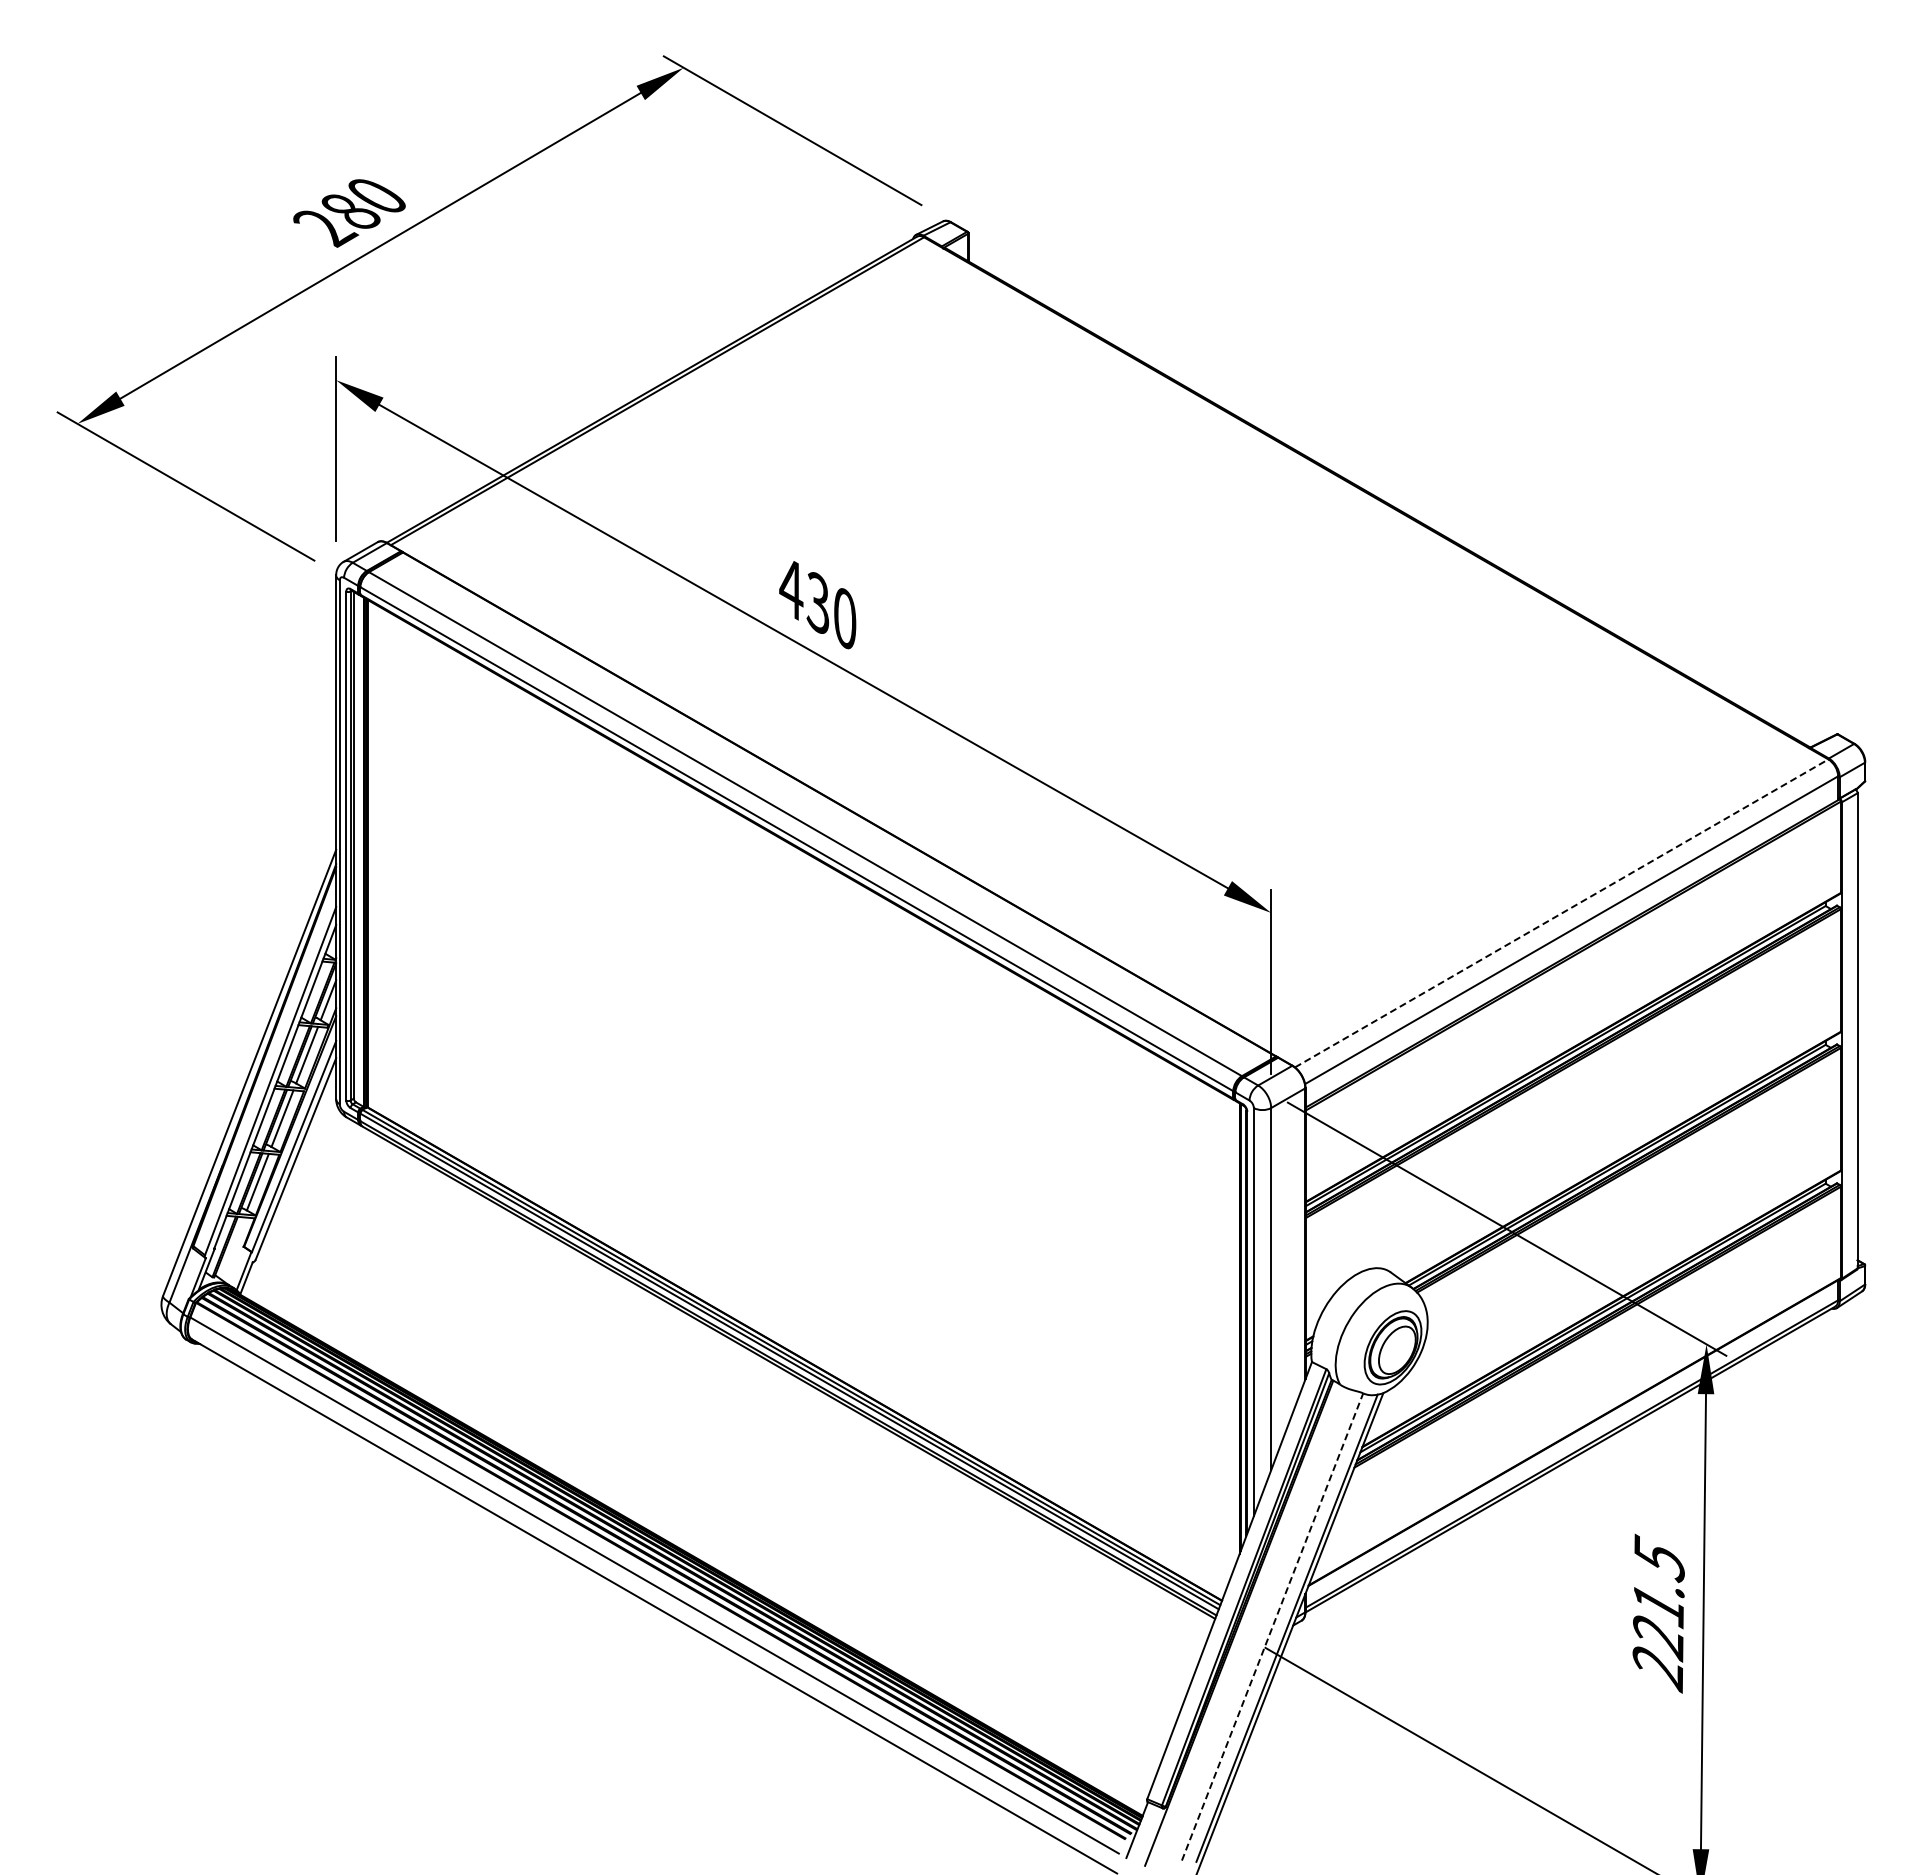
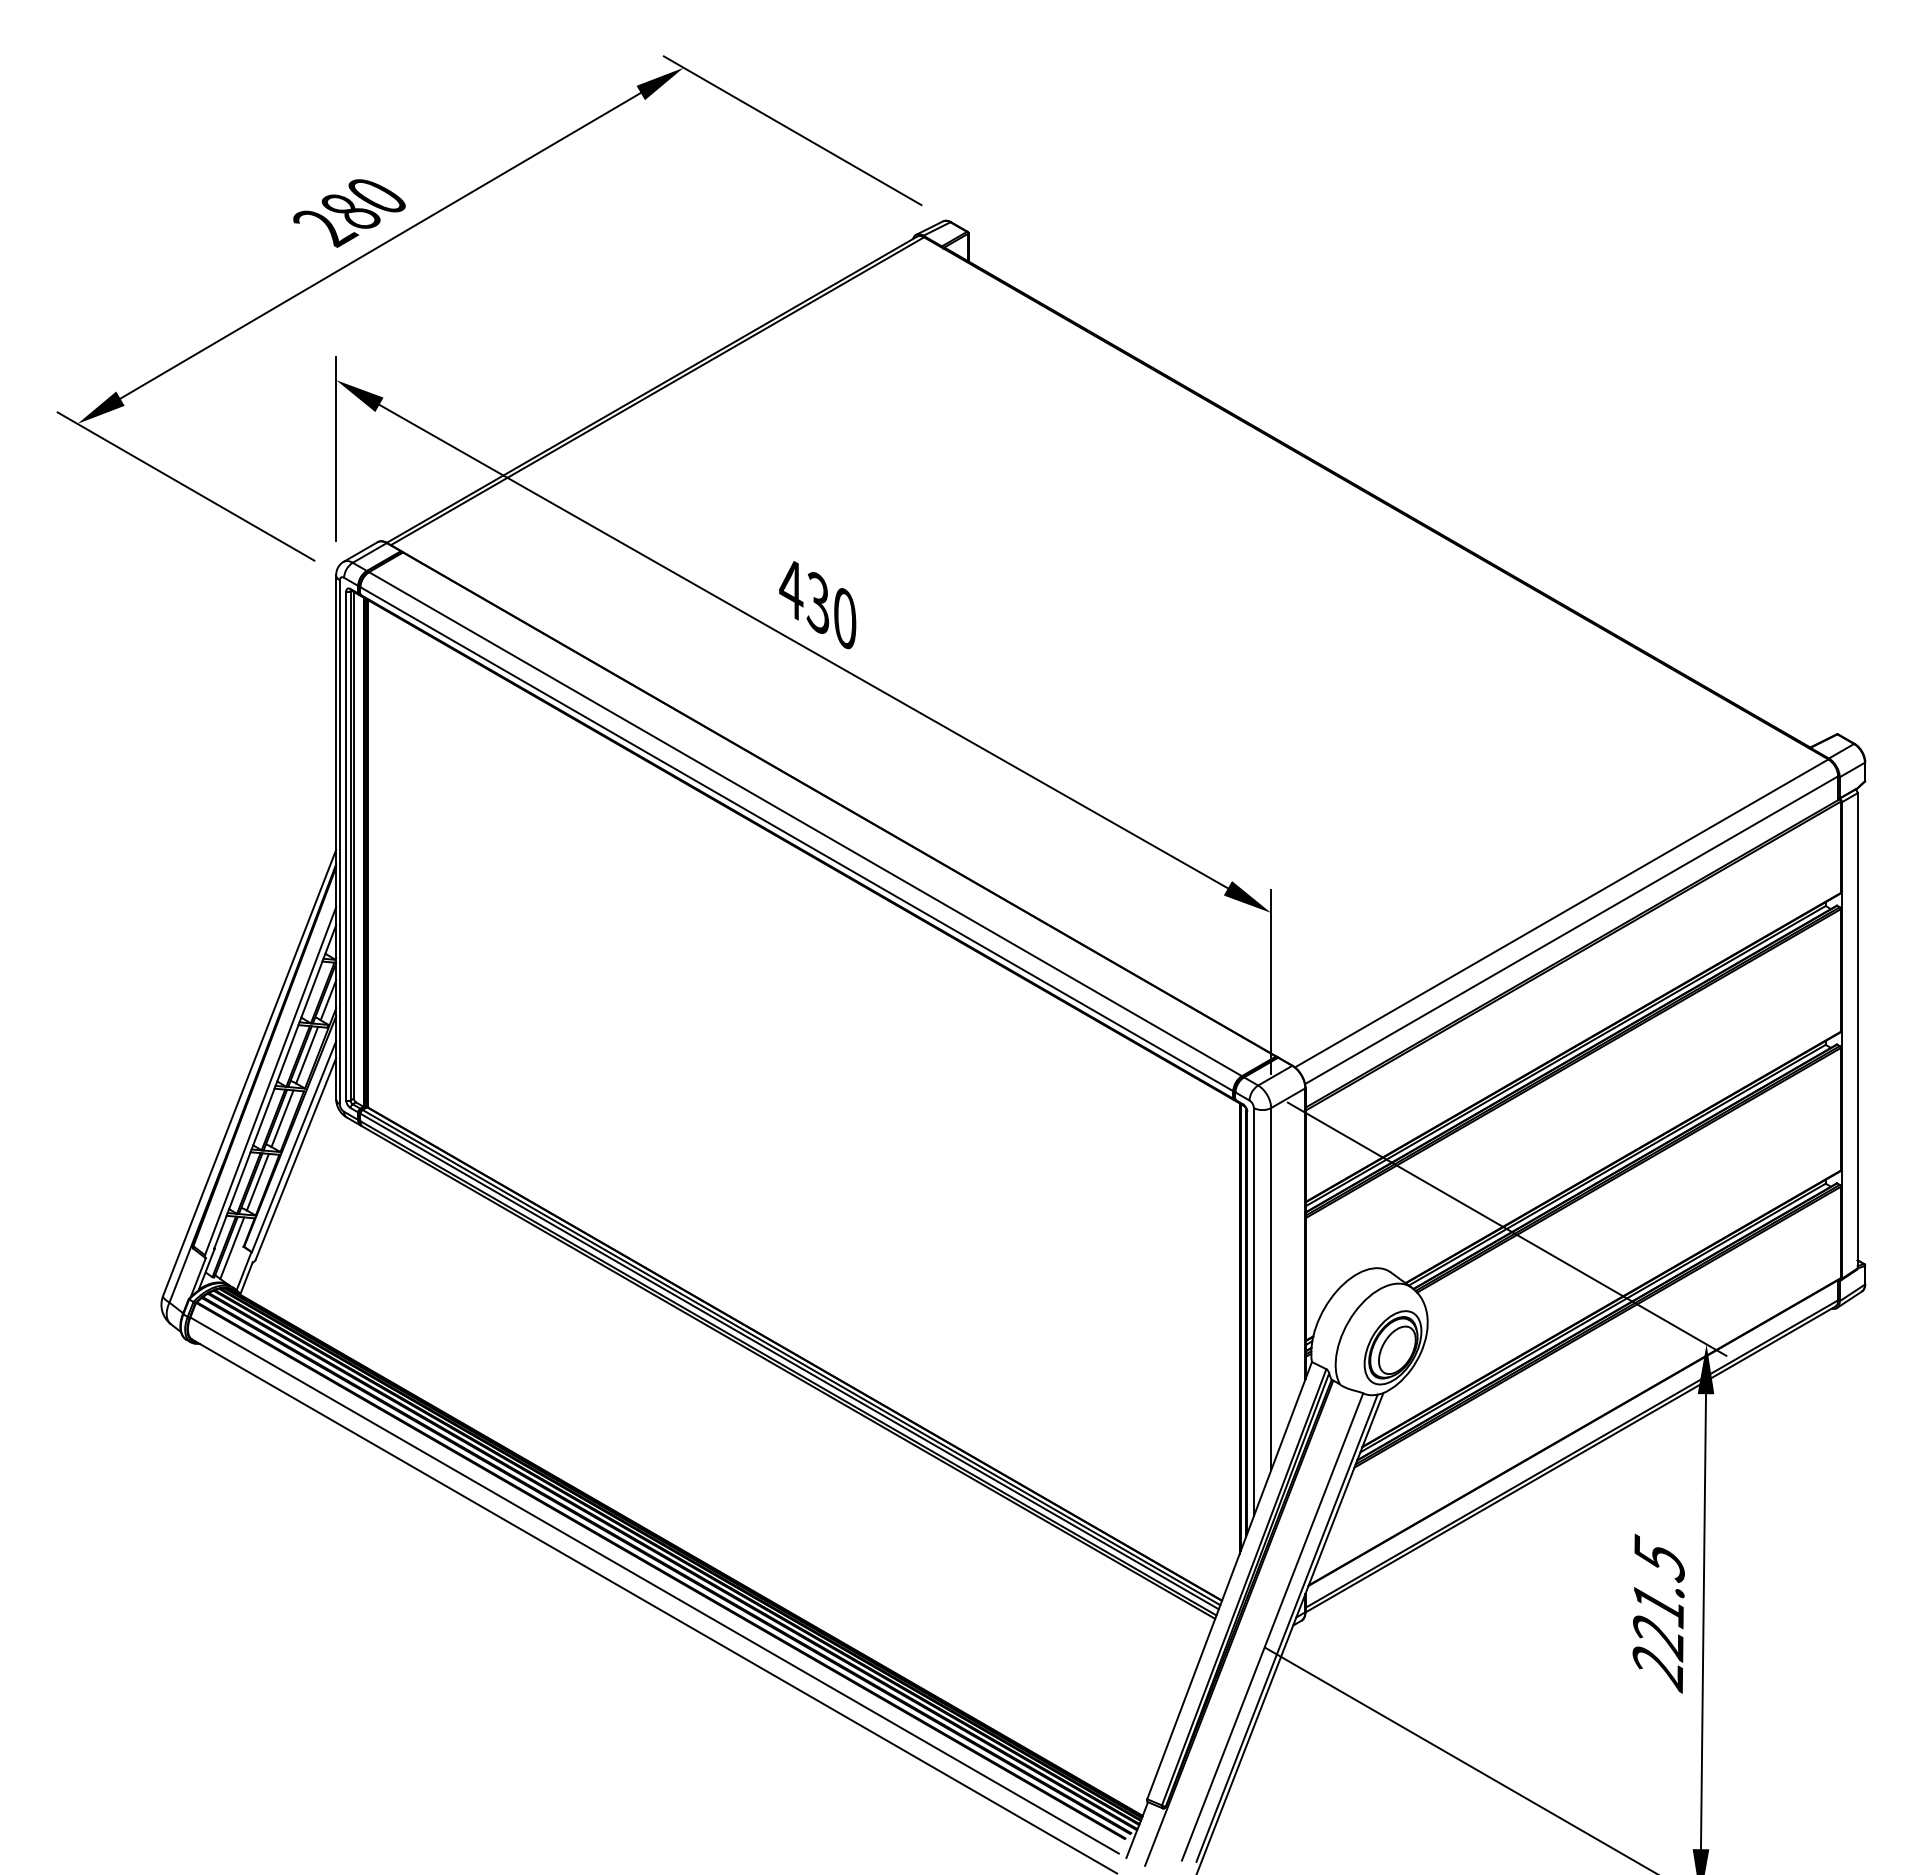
line at (1561, 913): dashed -> solid
line at (232, 1247): none -> present
line at (1272, 1626): dashed -> solid
